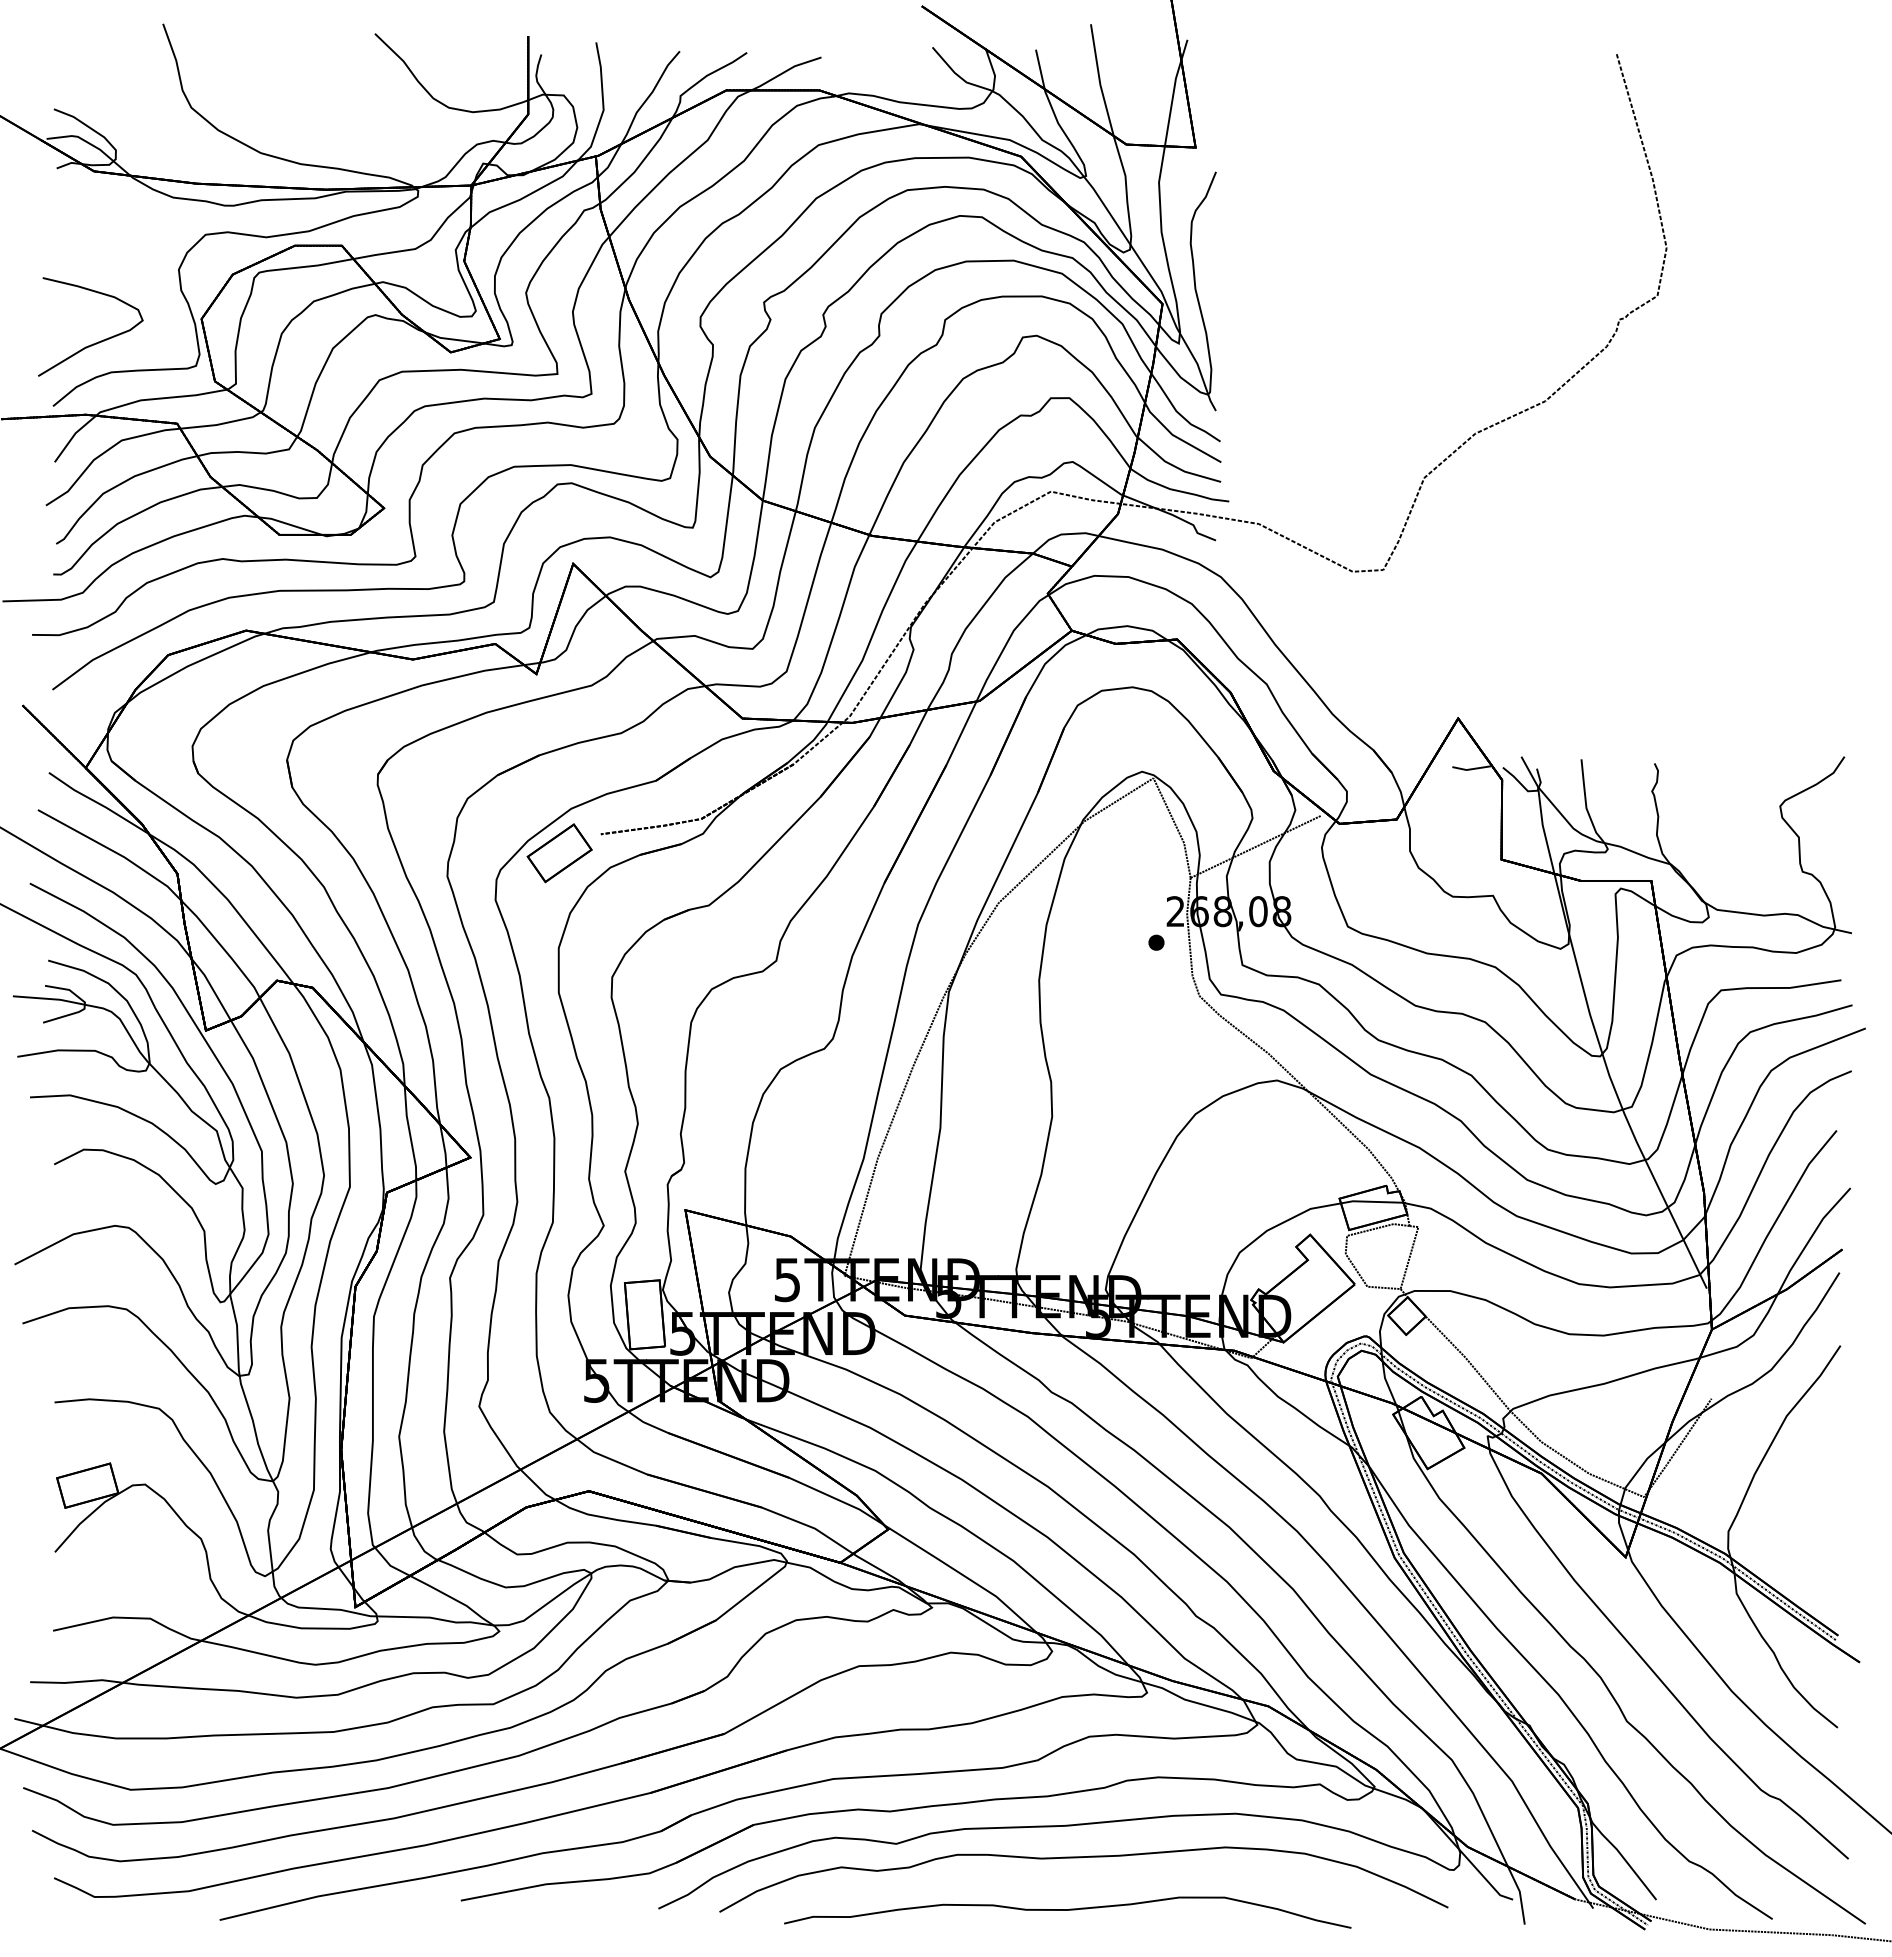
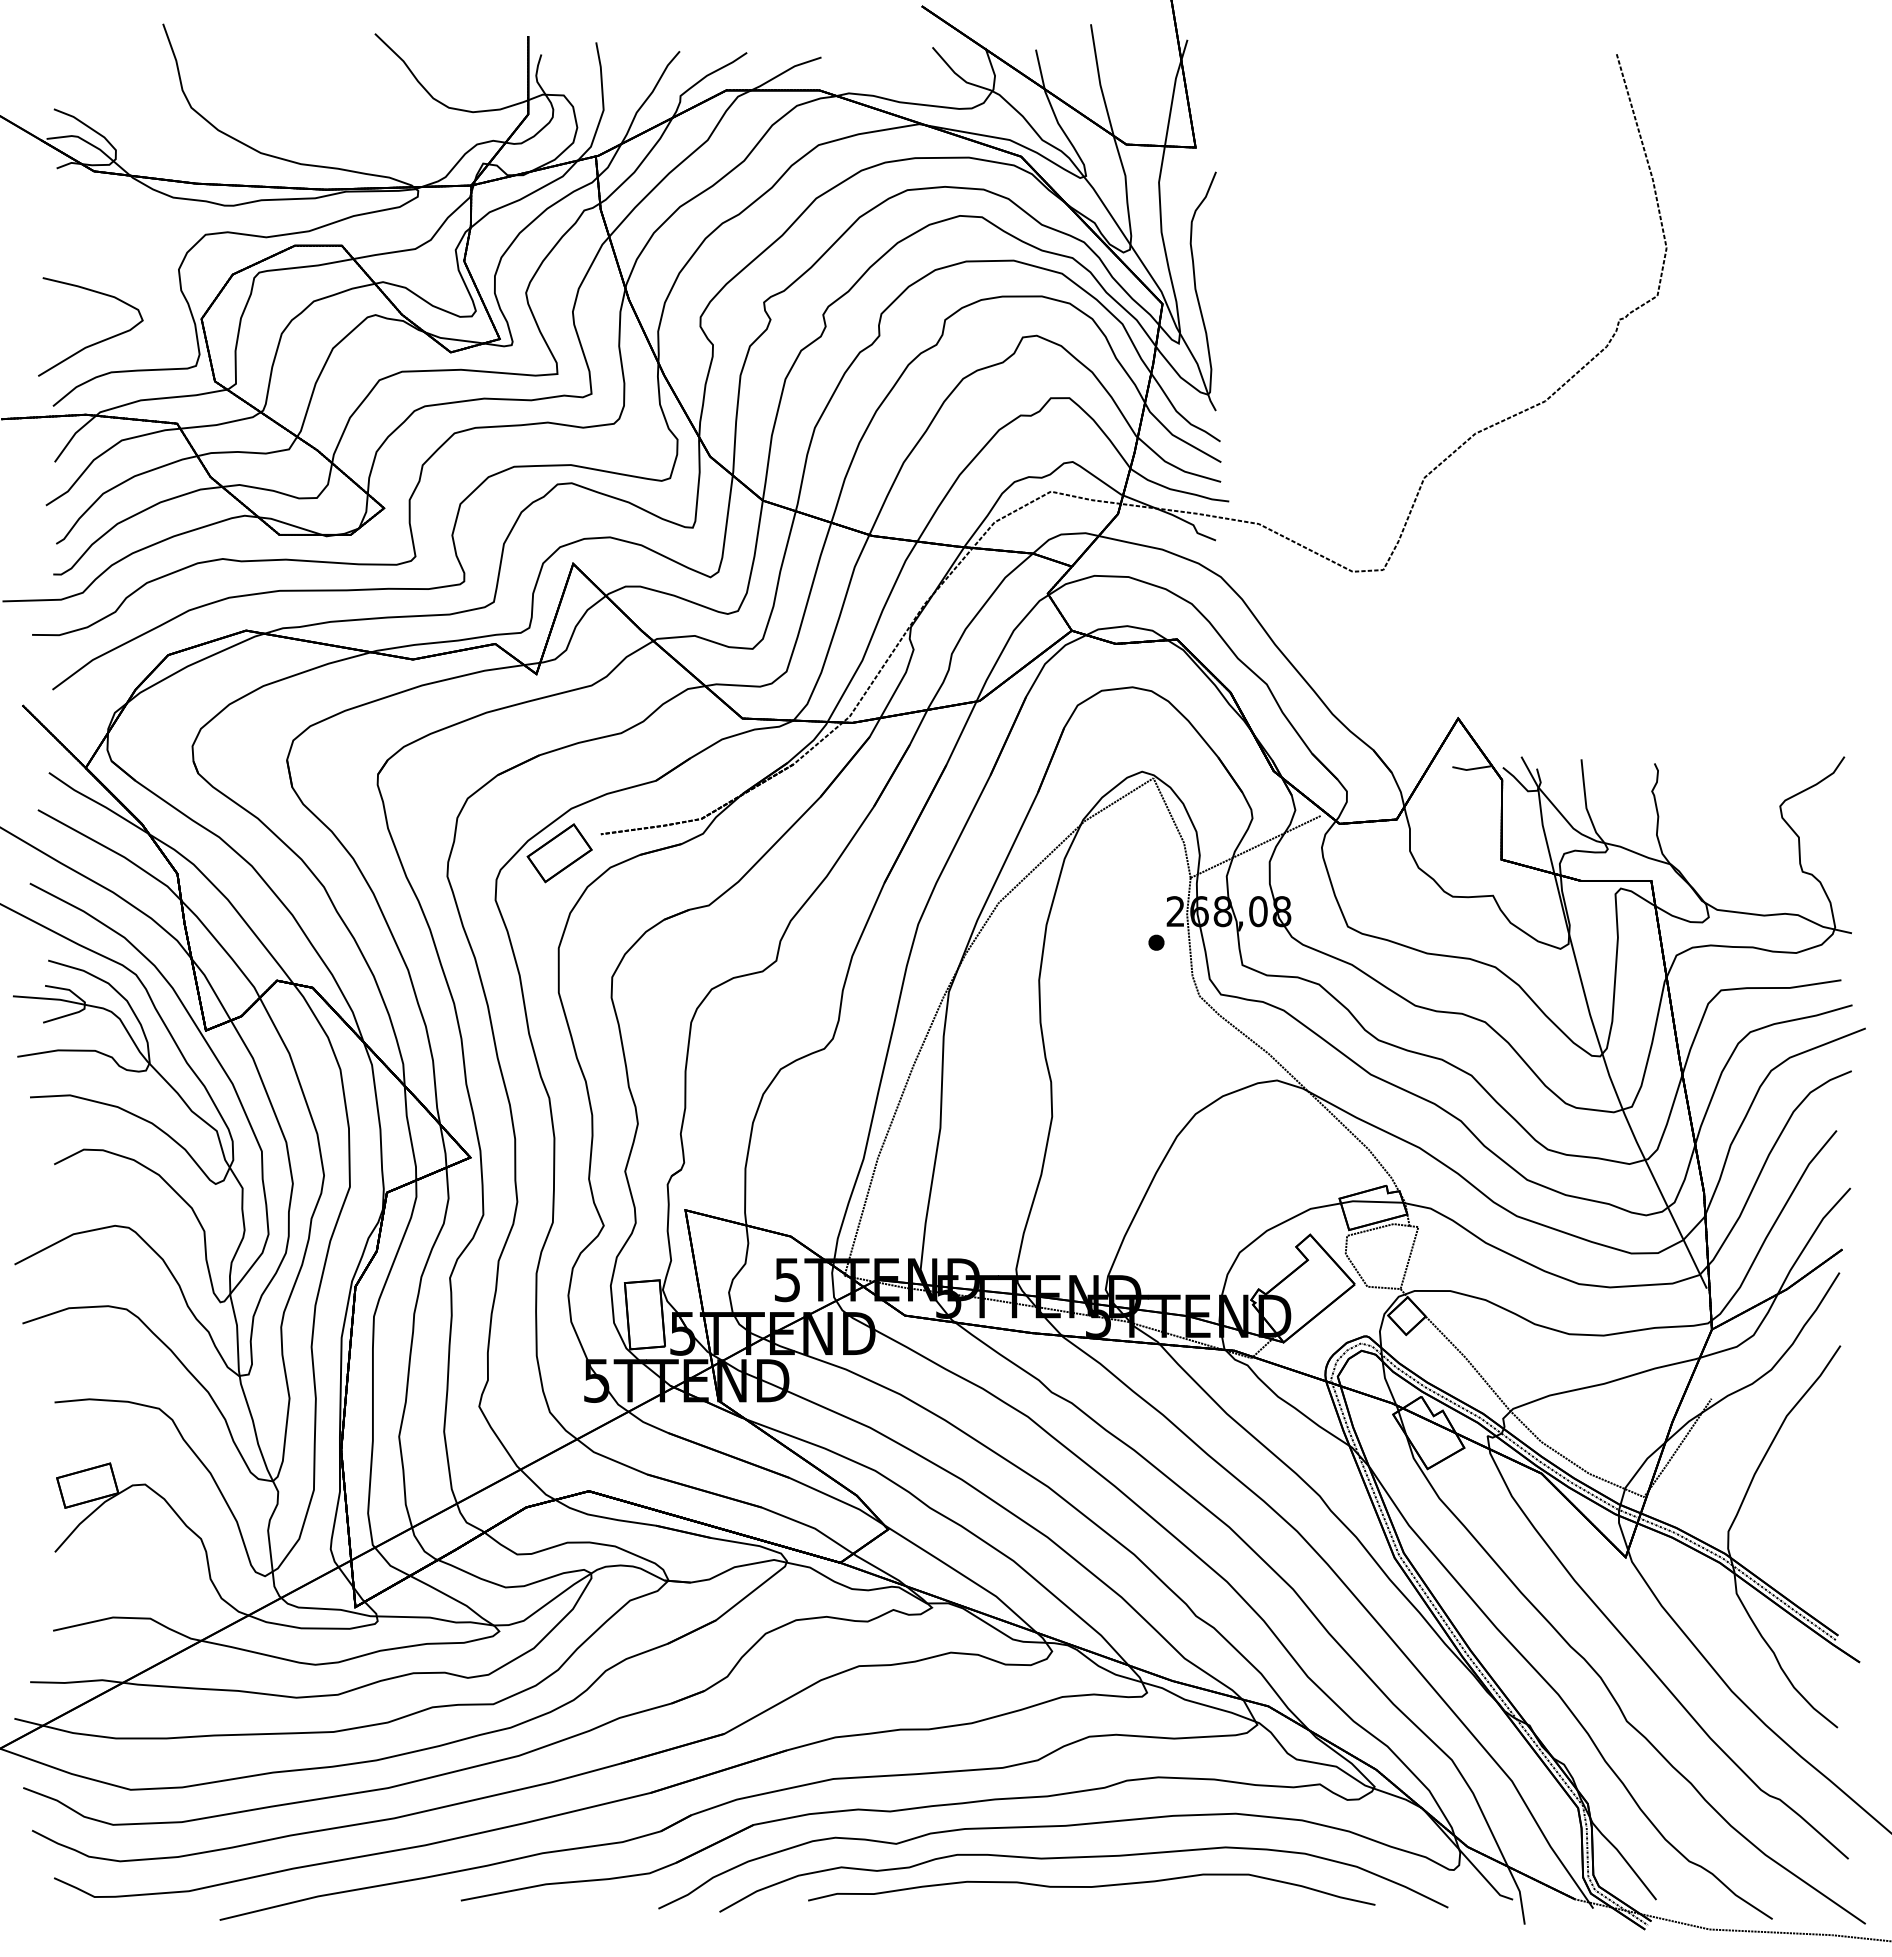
curve at (1067, 1910) position: (1067, 1910) -> (1091, 1887)
